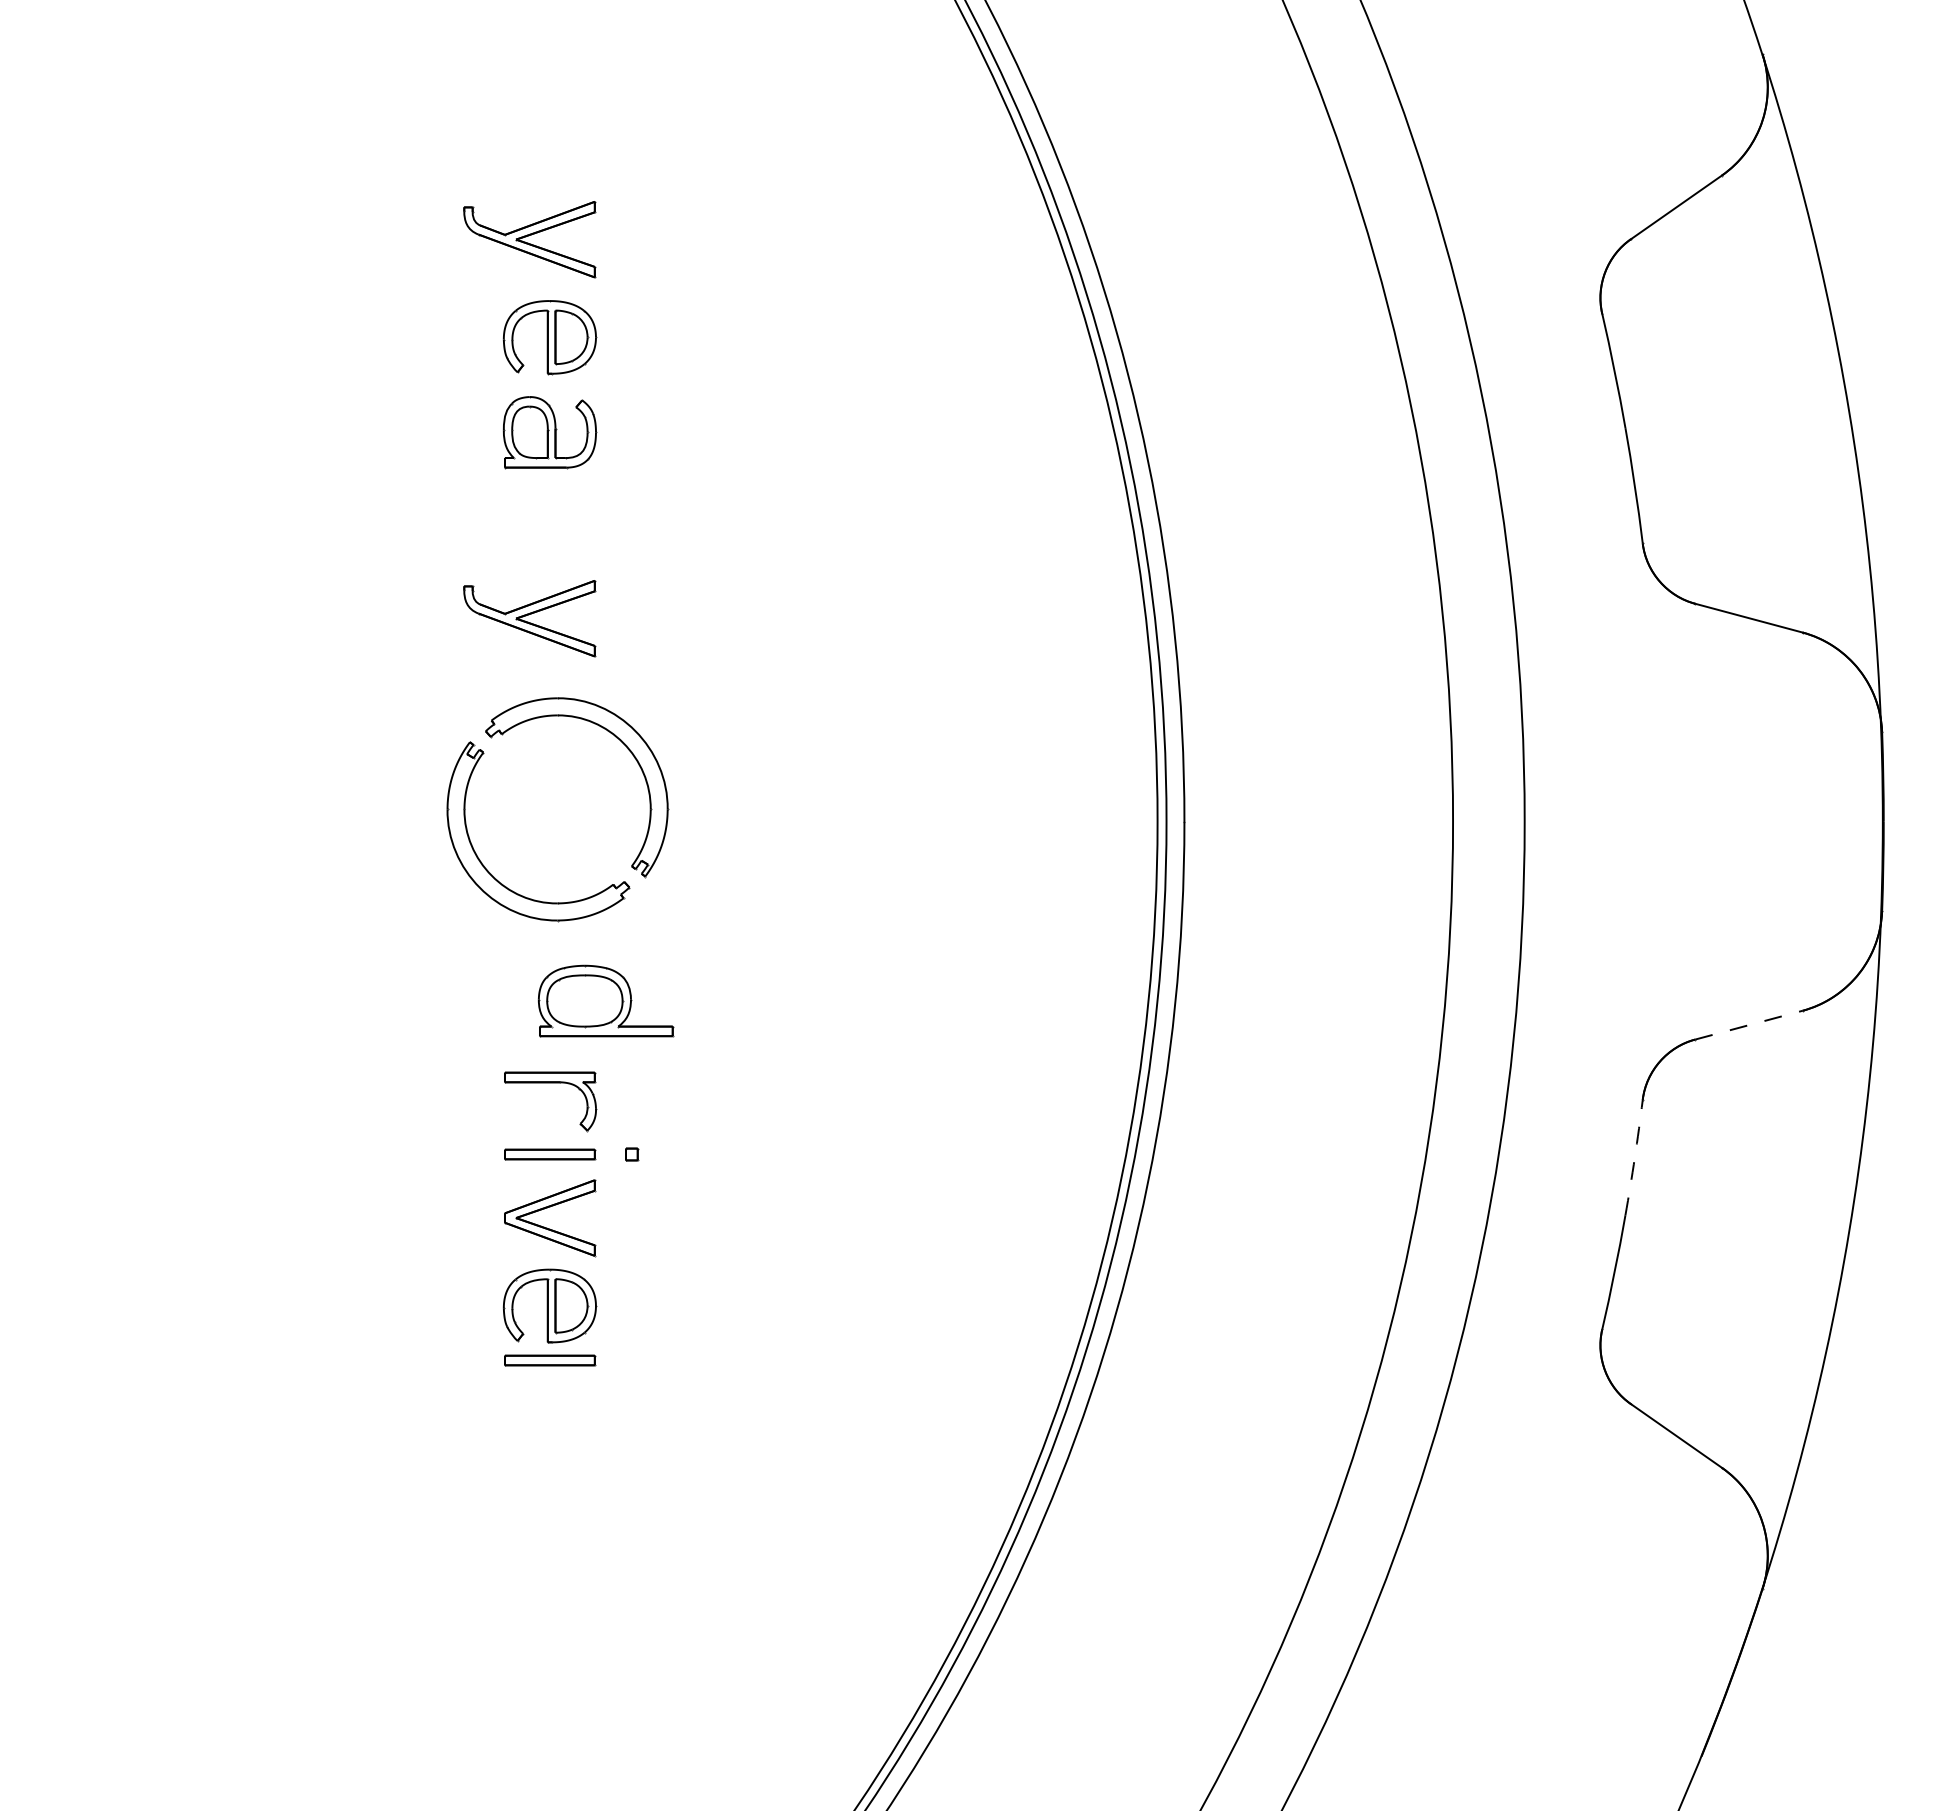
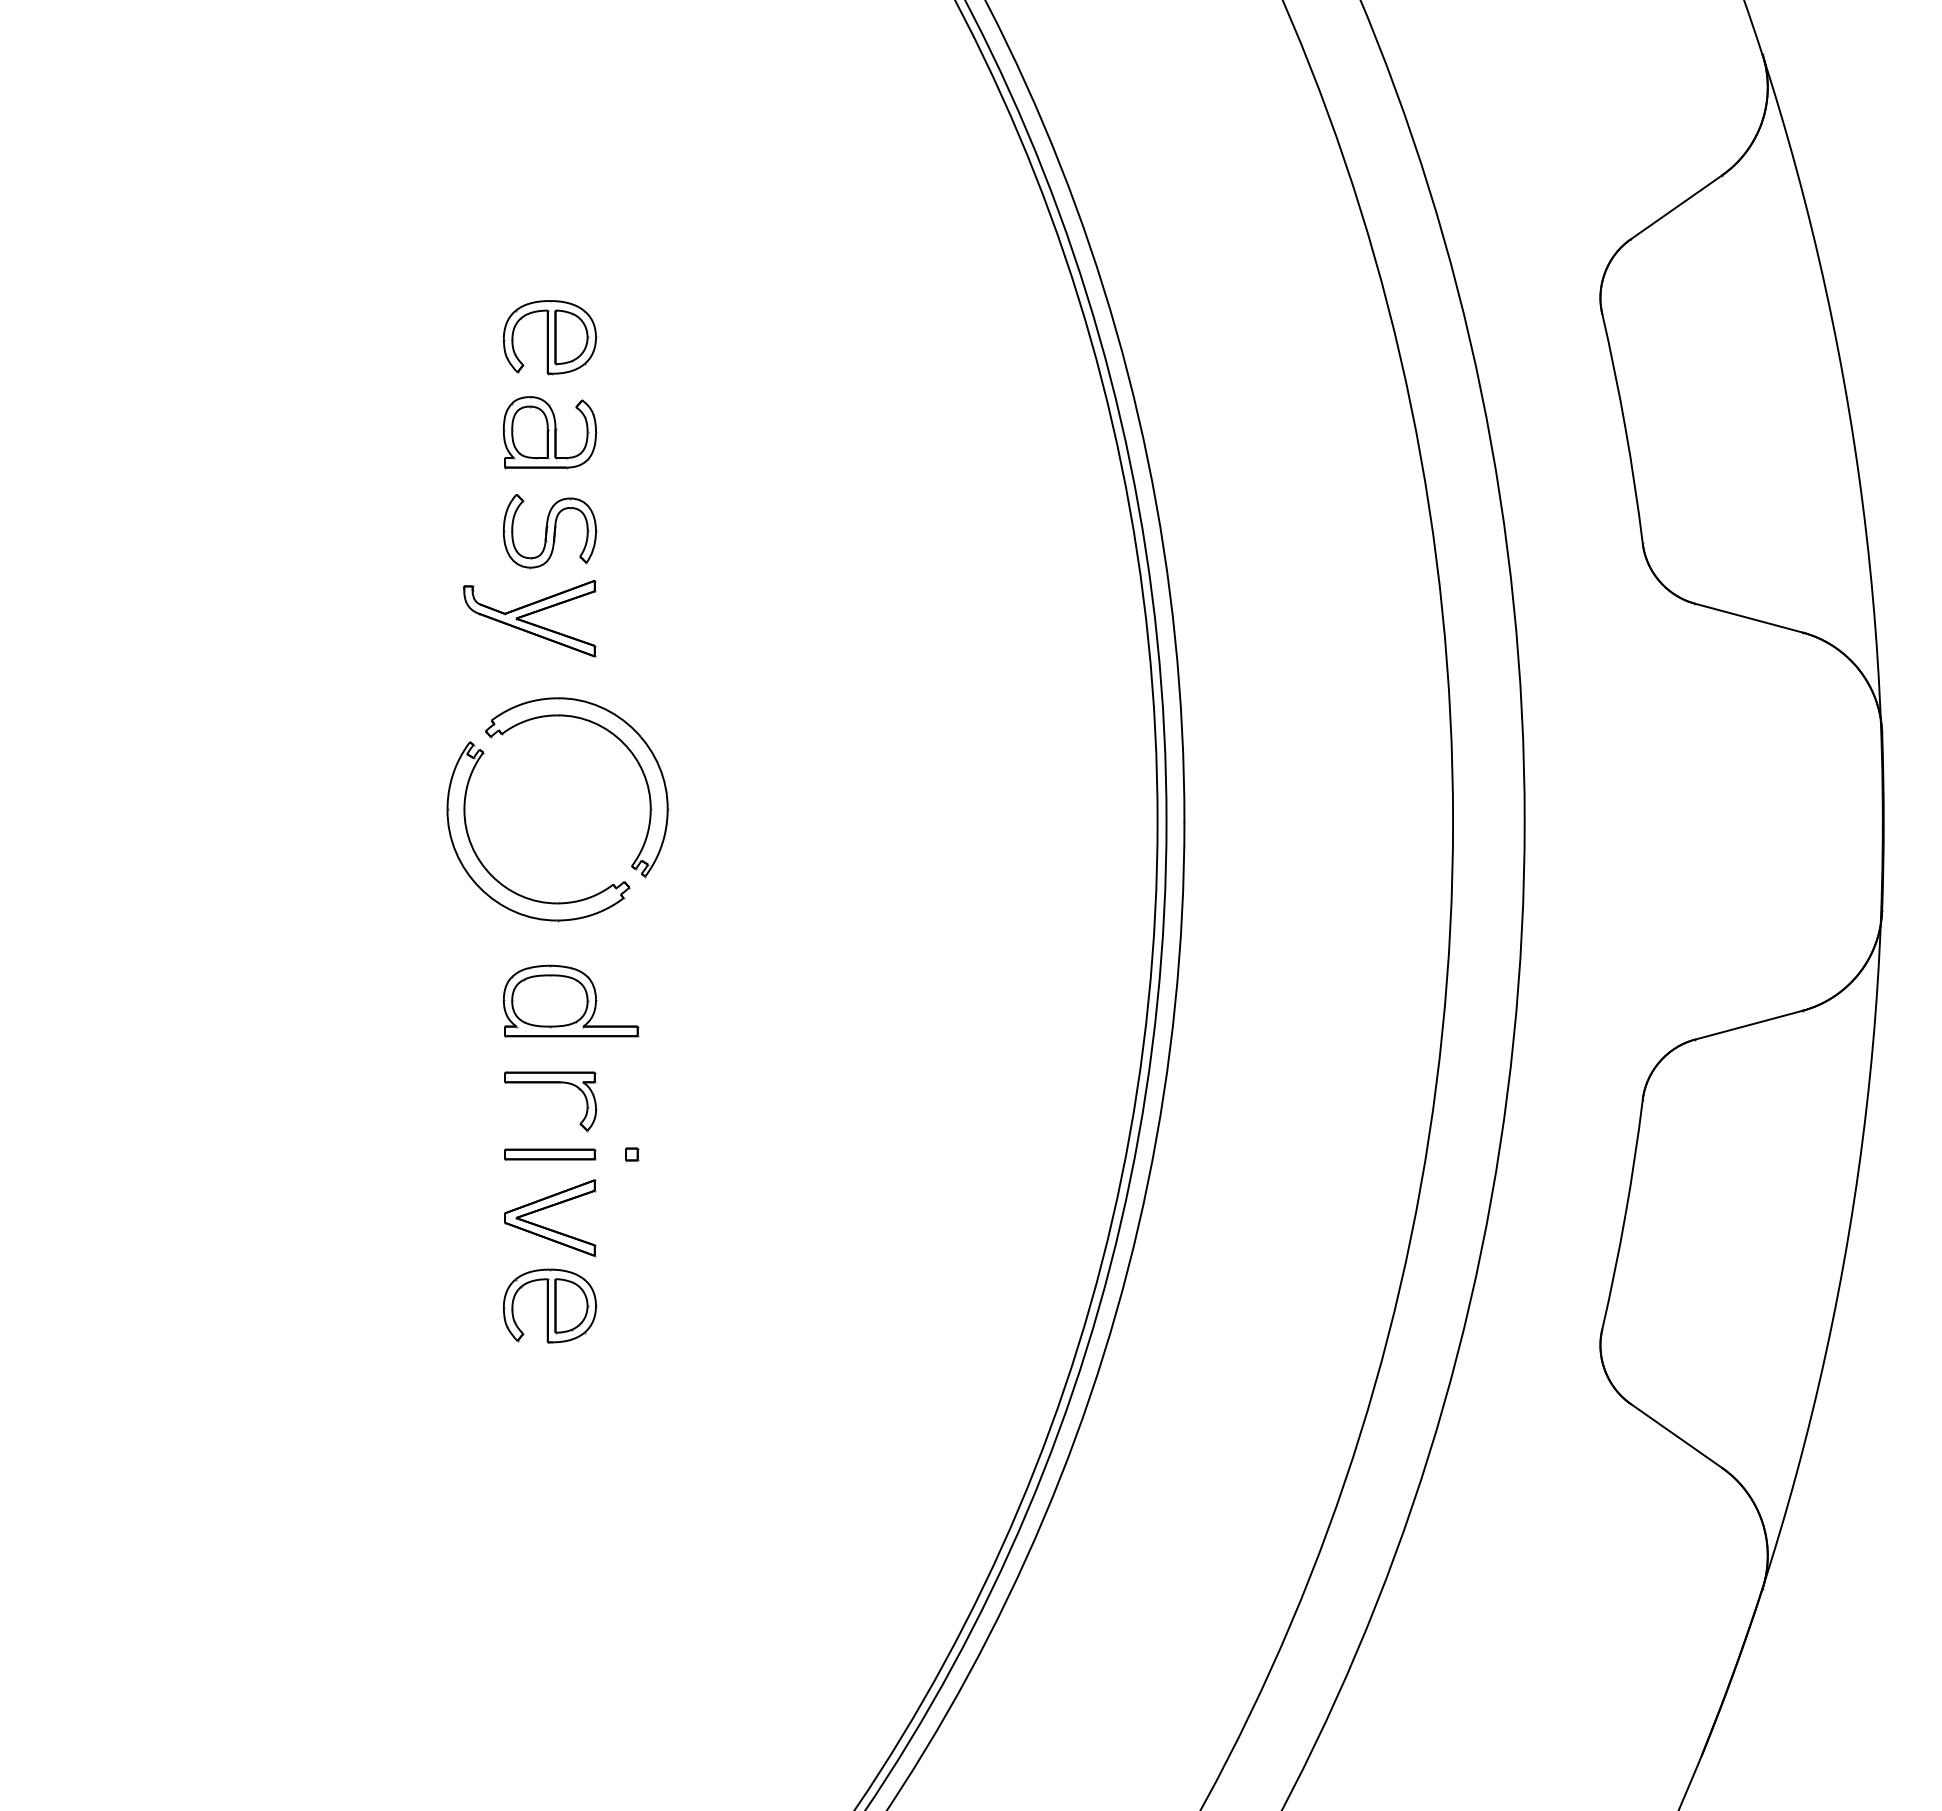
part at (529, 239): present -> none
part at (549, 531): none -> present
part at (605, 1000) position: (605, 1000) -> (570, 1000)
line at (1748, 1025): dashed -> solid
arc at (1634, 1157): dashed -> solid
part at (550, 1360): present -> none
